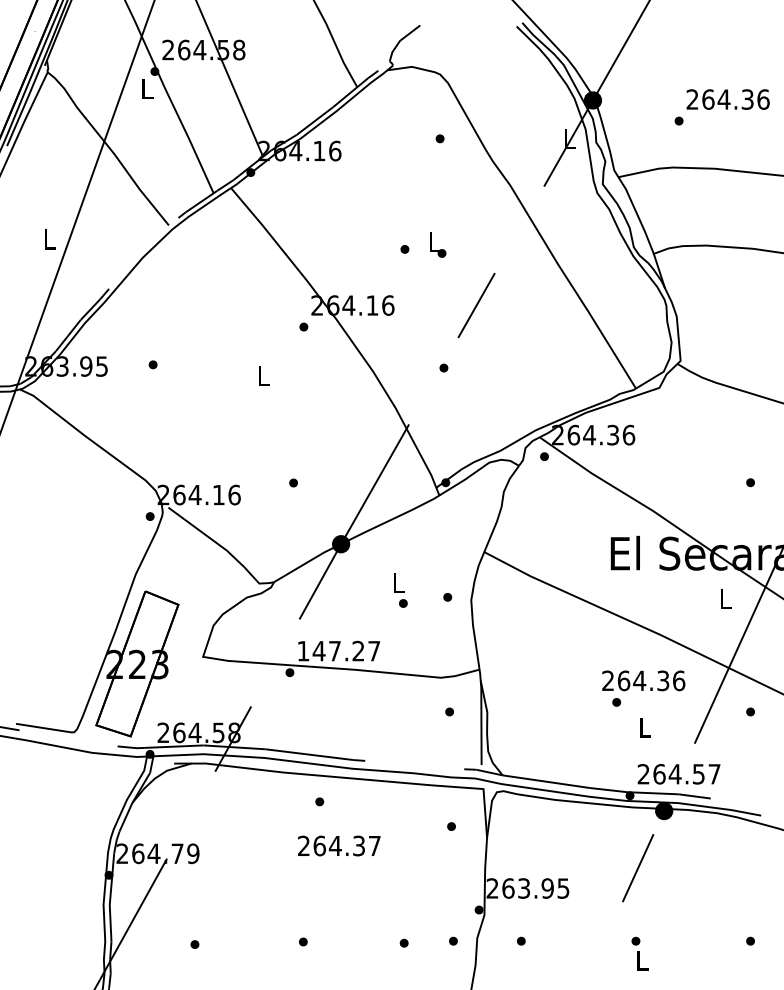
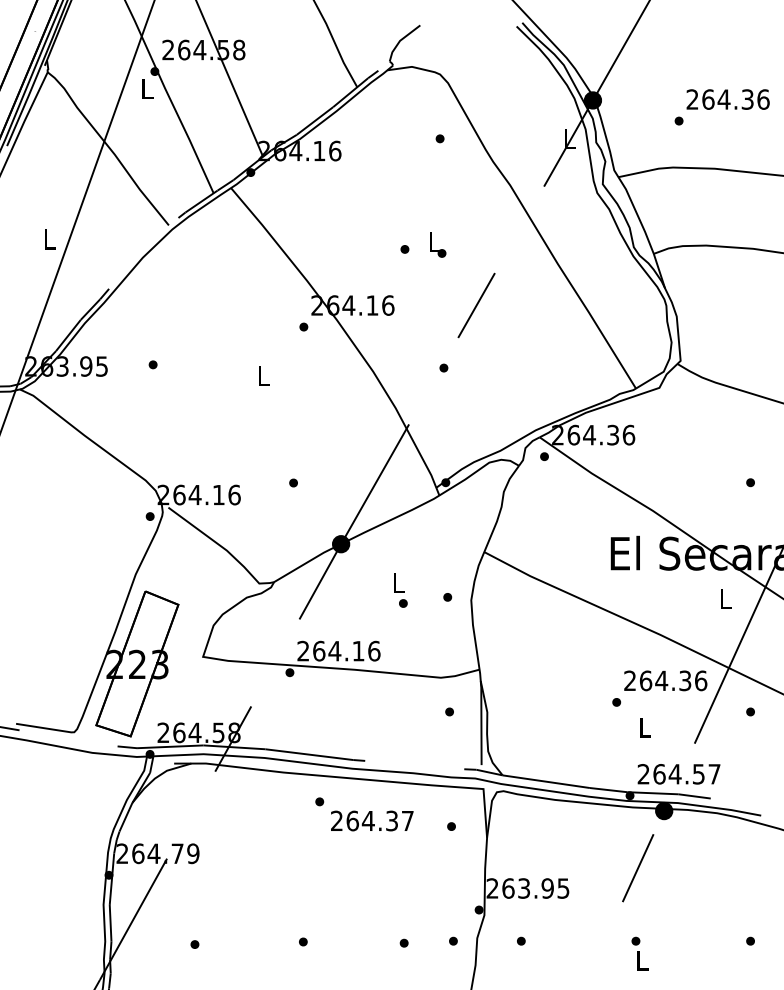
text at (338, 650): 147.27 -> 264.16
text at (643, 680) position: (643, 680) -> (665, 680)
text at (339, 845) position: (339, 845) -> (372, 820)
